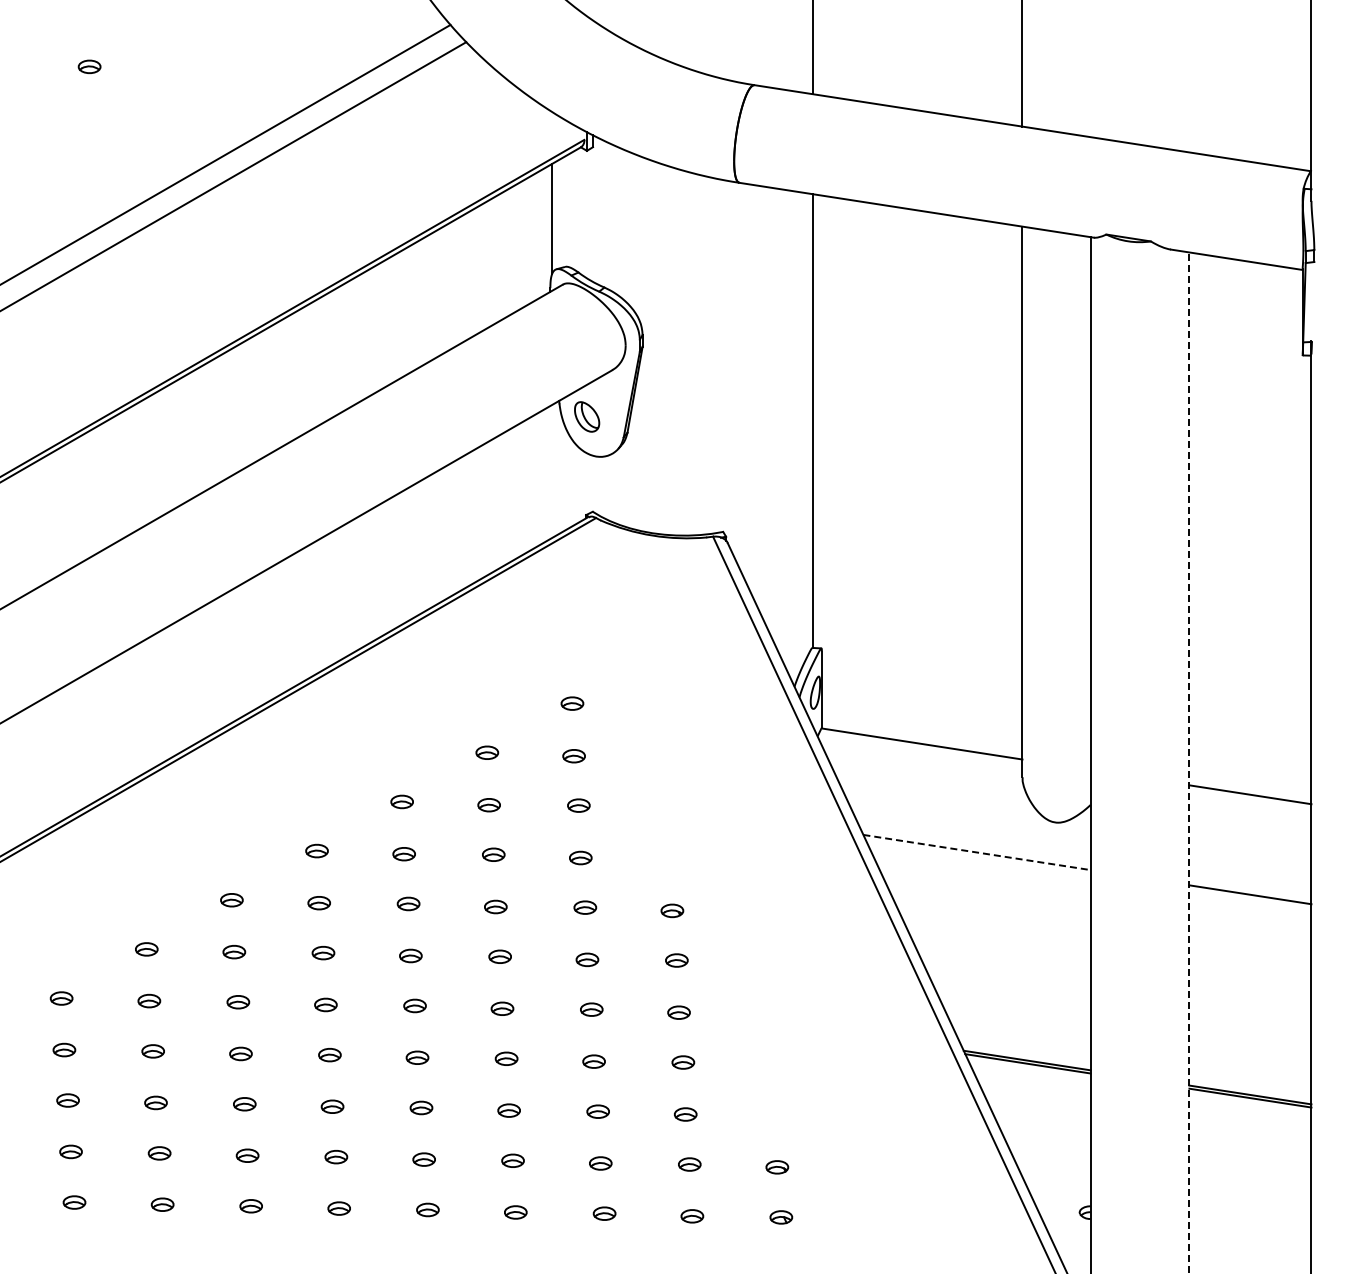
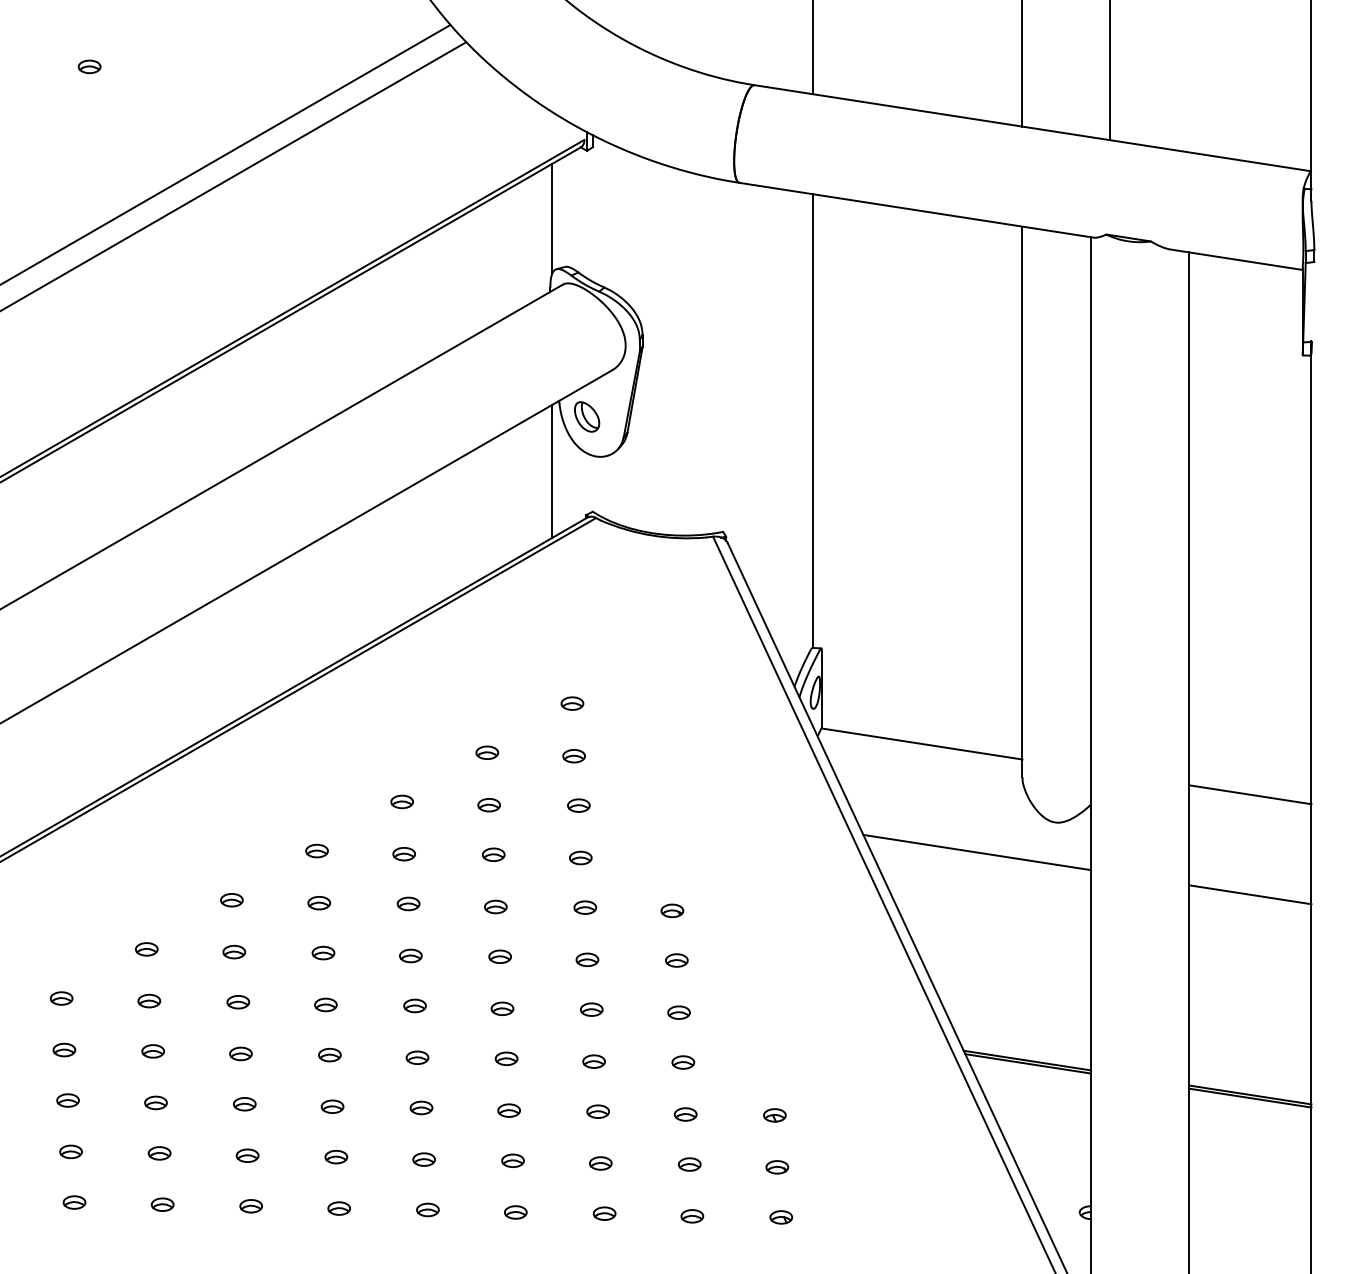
line at (1110, 71): none -> present
line at (552, 470): none -> present
line at (1189, 763): dashed -> solid
line at (976, 852): dashed -> solid
part at (774, 1115): none -> present
